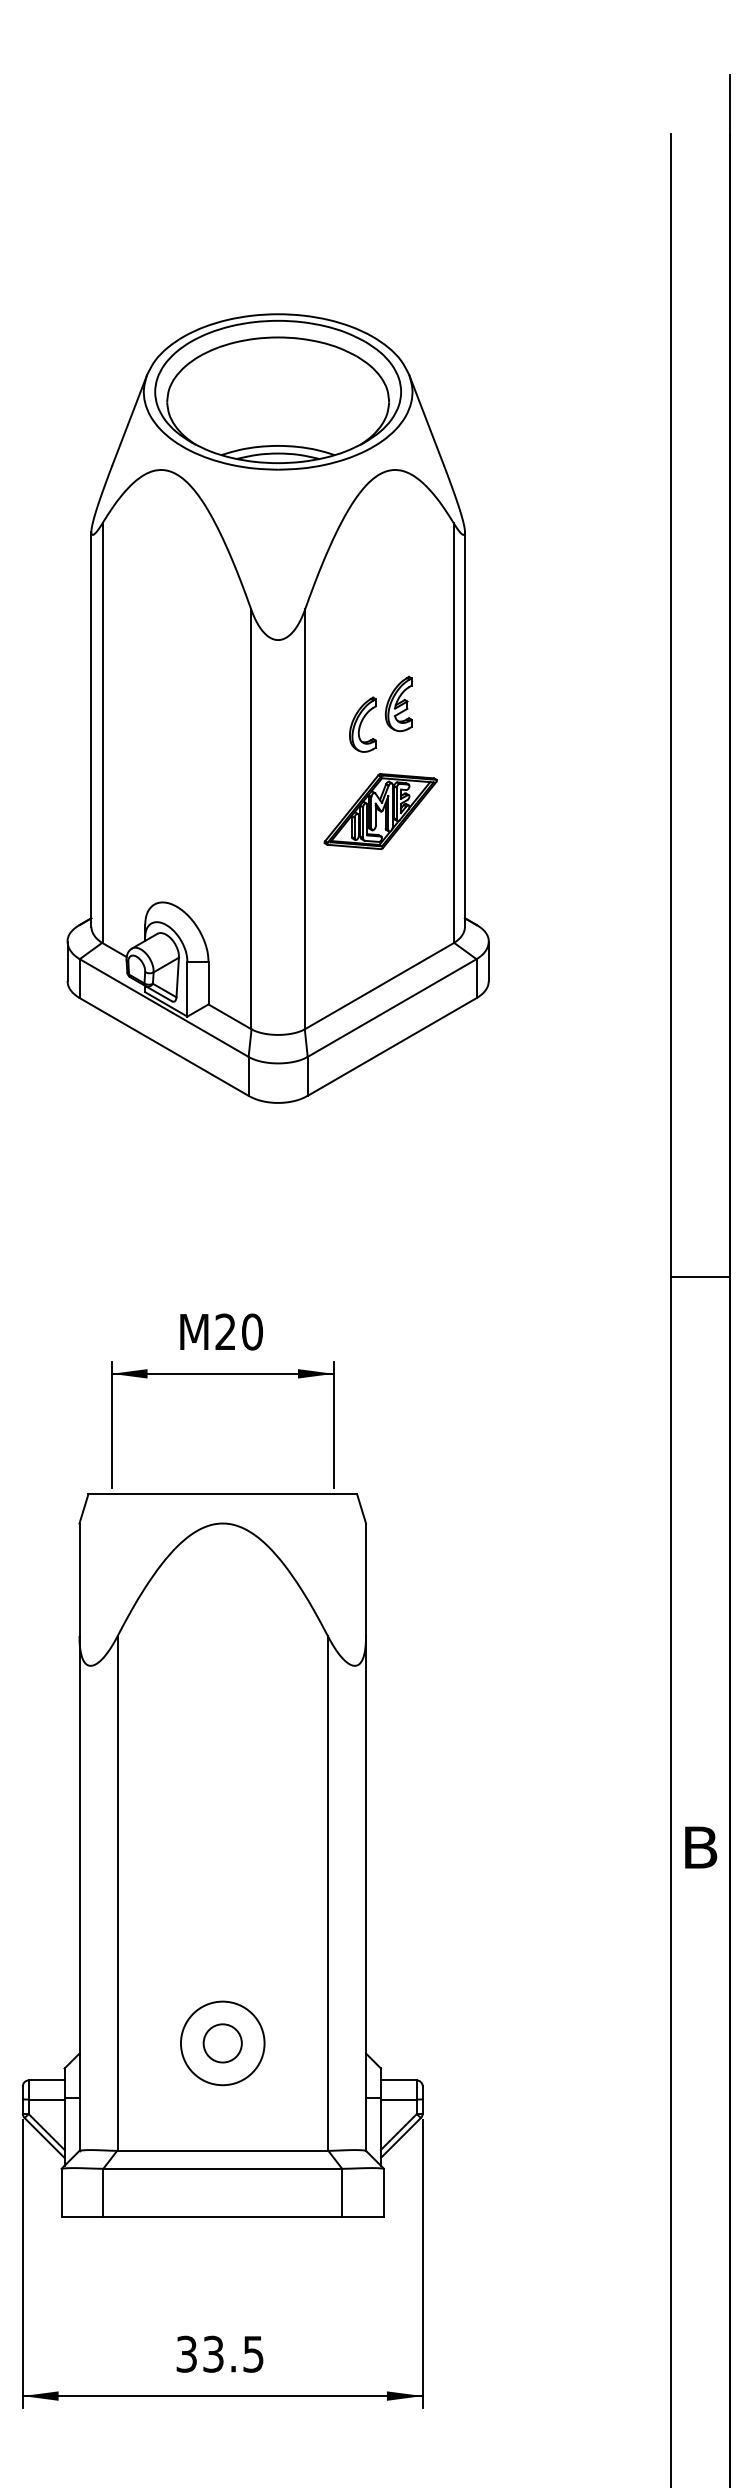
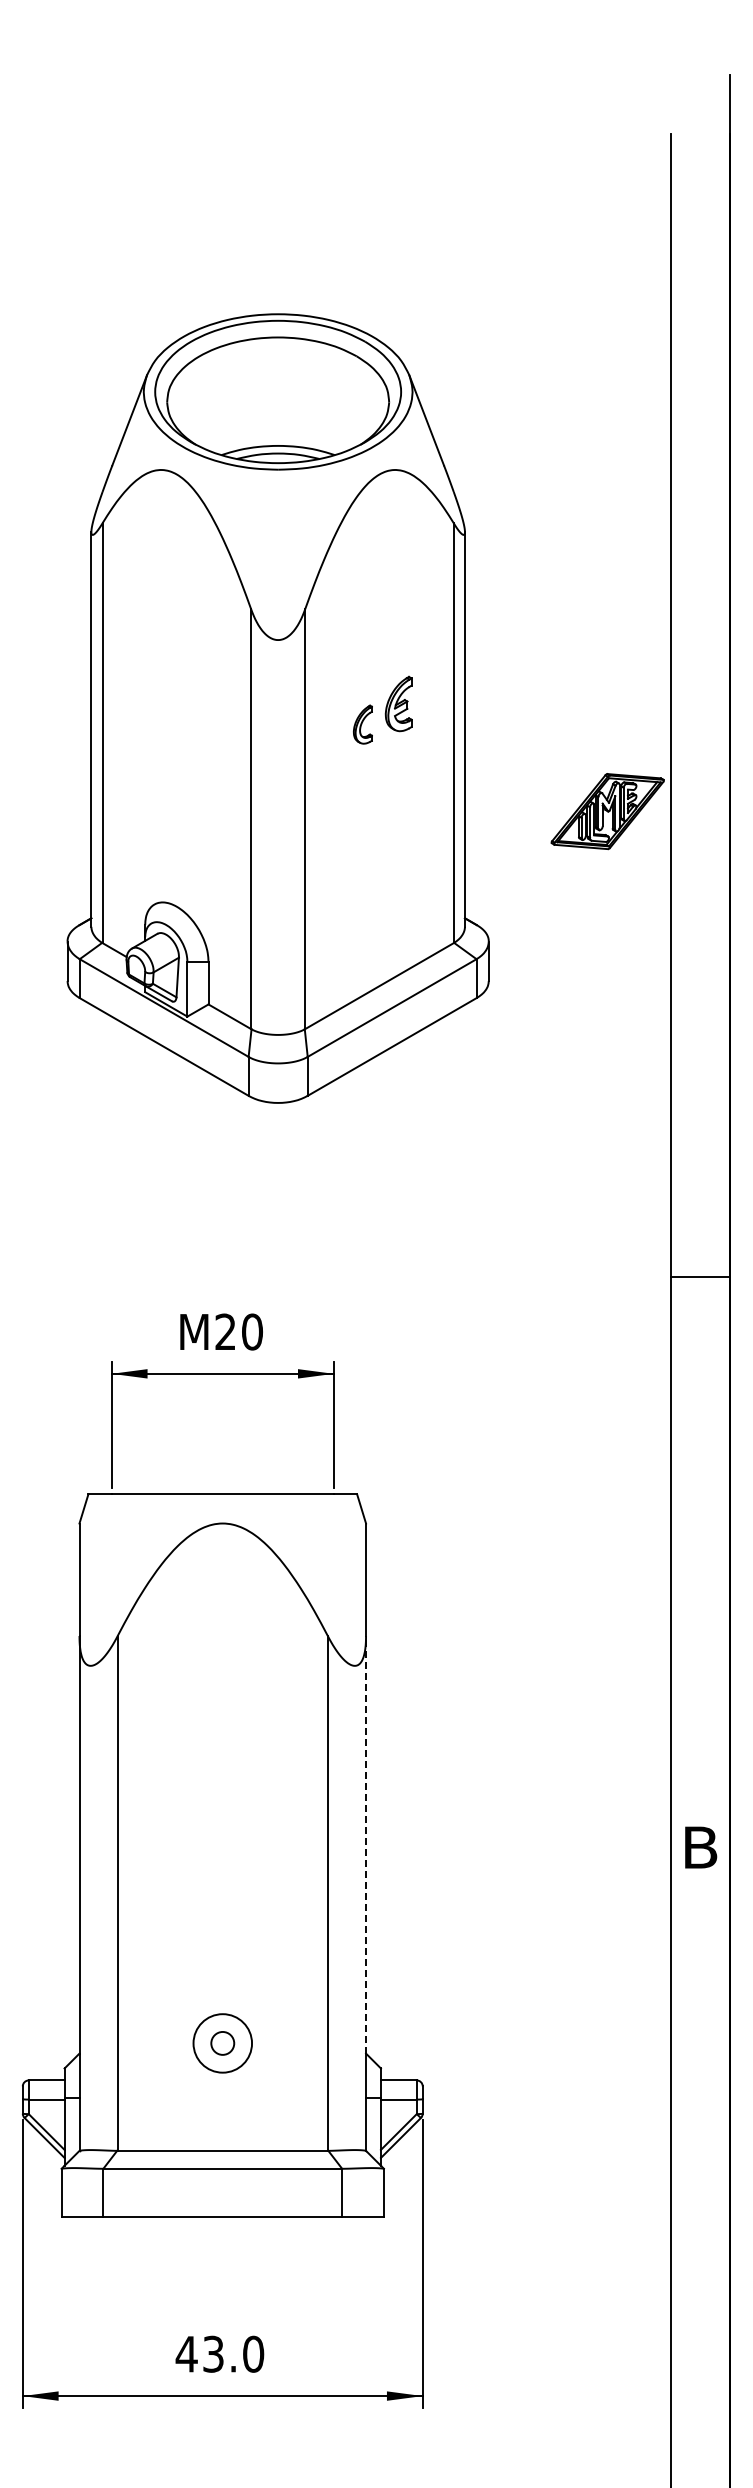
part at (362, 724) size: 28x57 px -> 20x41 px
part at (380, 811) position: (380, 811) -> (607, 811)
line at (366, 1844): solid -> dashed
circle at (222, 2043) diameter: 38 px -> 23 px
circle at (222, 2043) diameter: 84 px -> 59 px
text at (219, 2353): 33.5 -> 43.0
